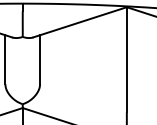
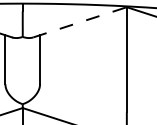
line at (80, 22): solid -> dashed
